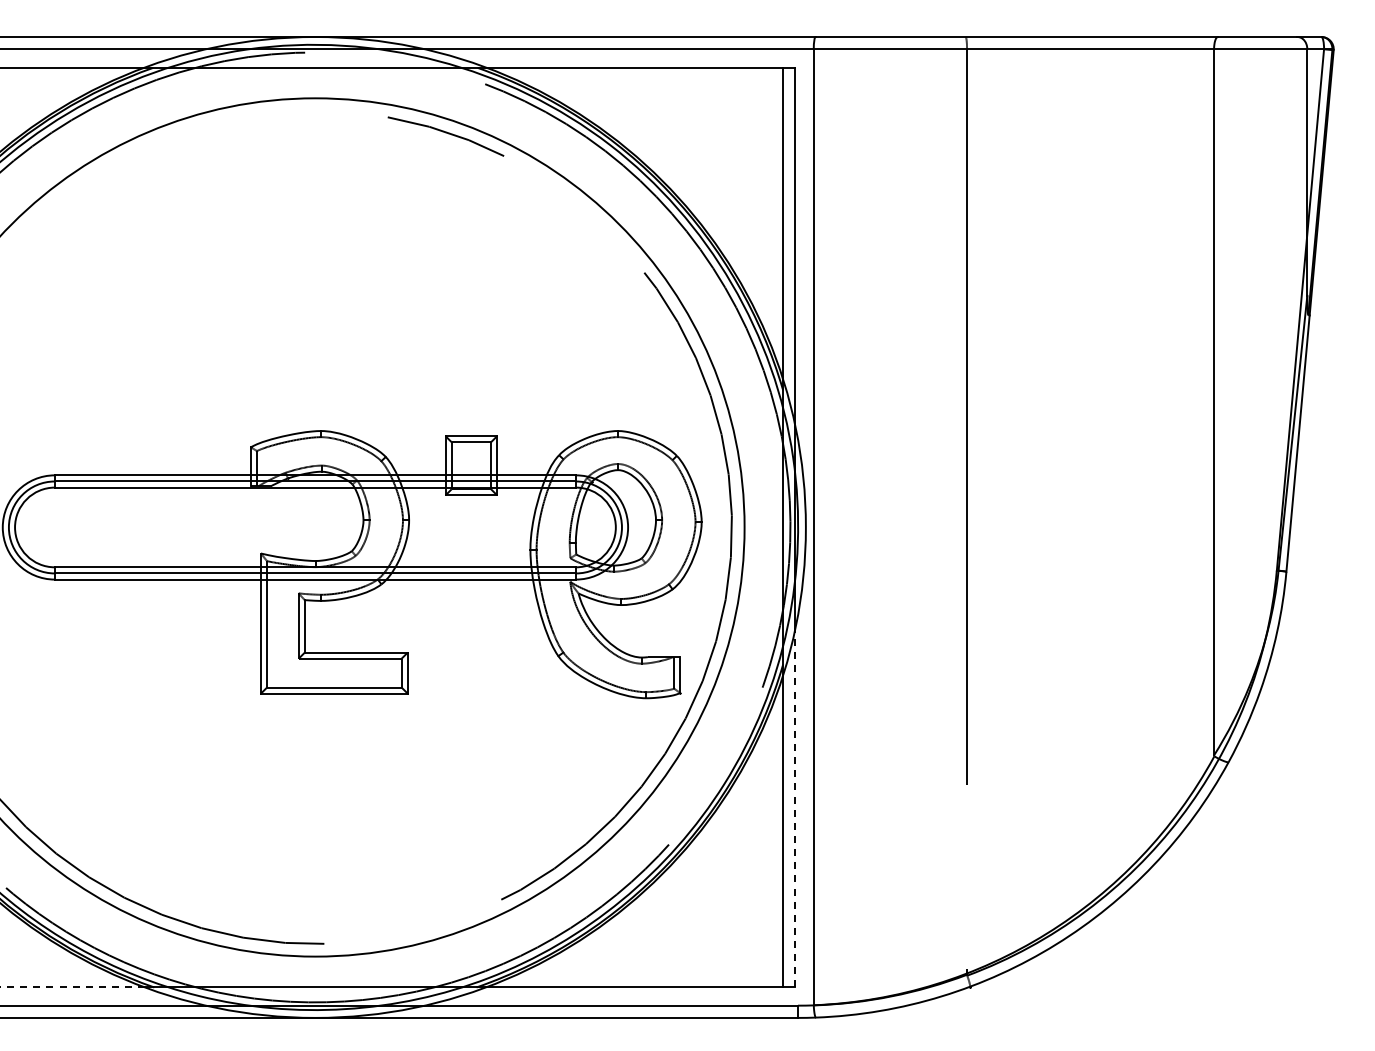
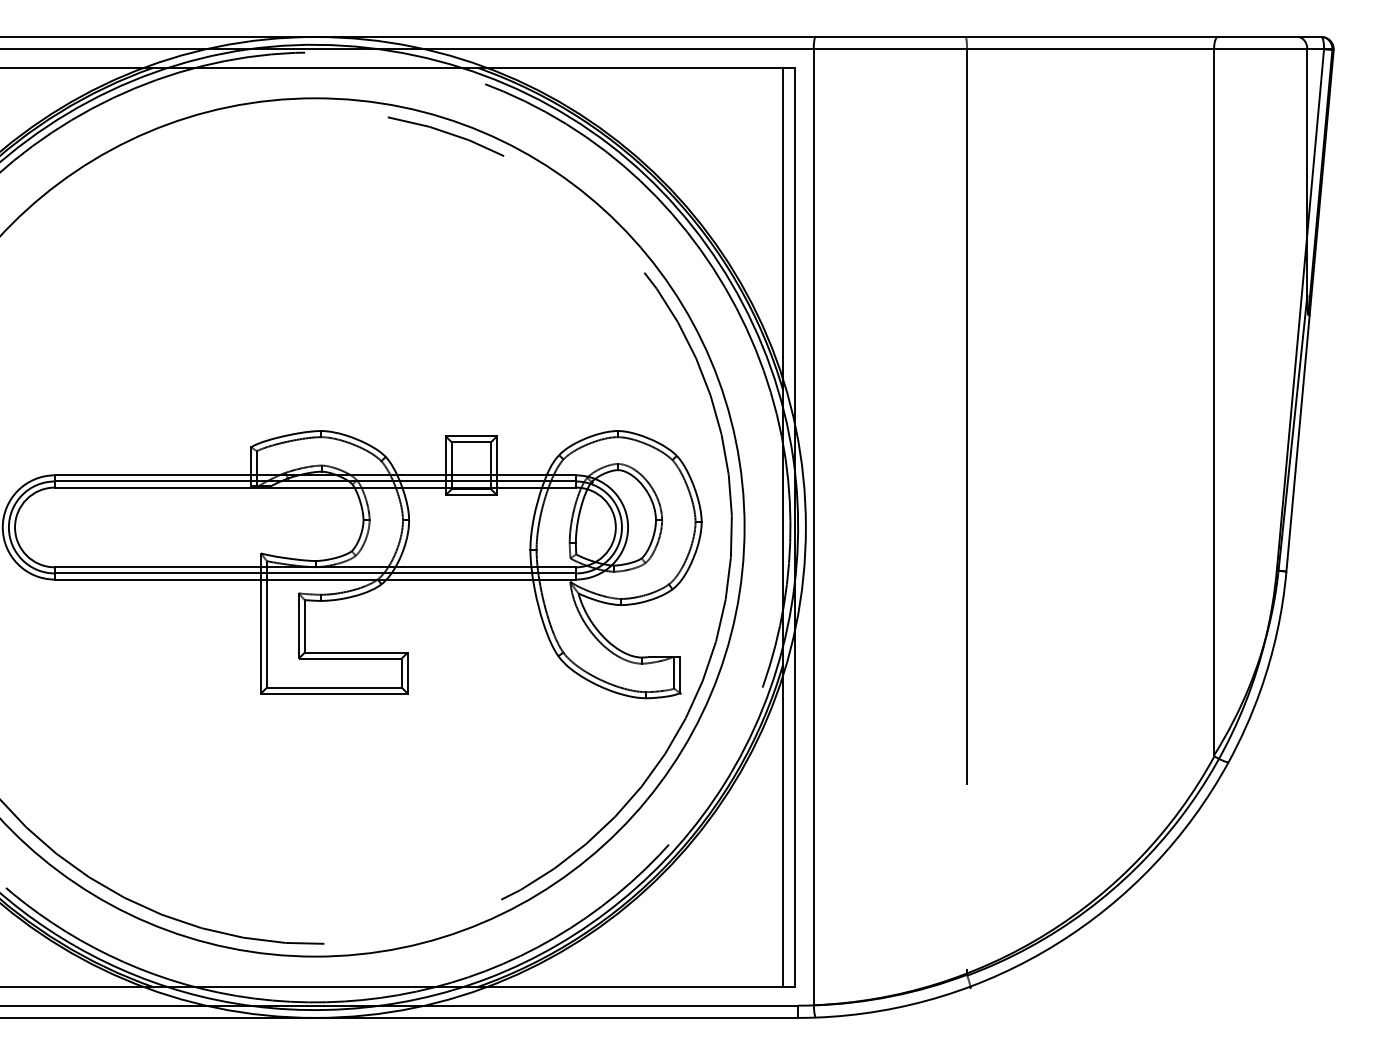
line at (795, 807): dashed -> solid
line at (72, 987): dashed -> solid
